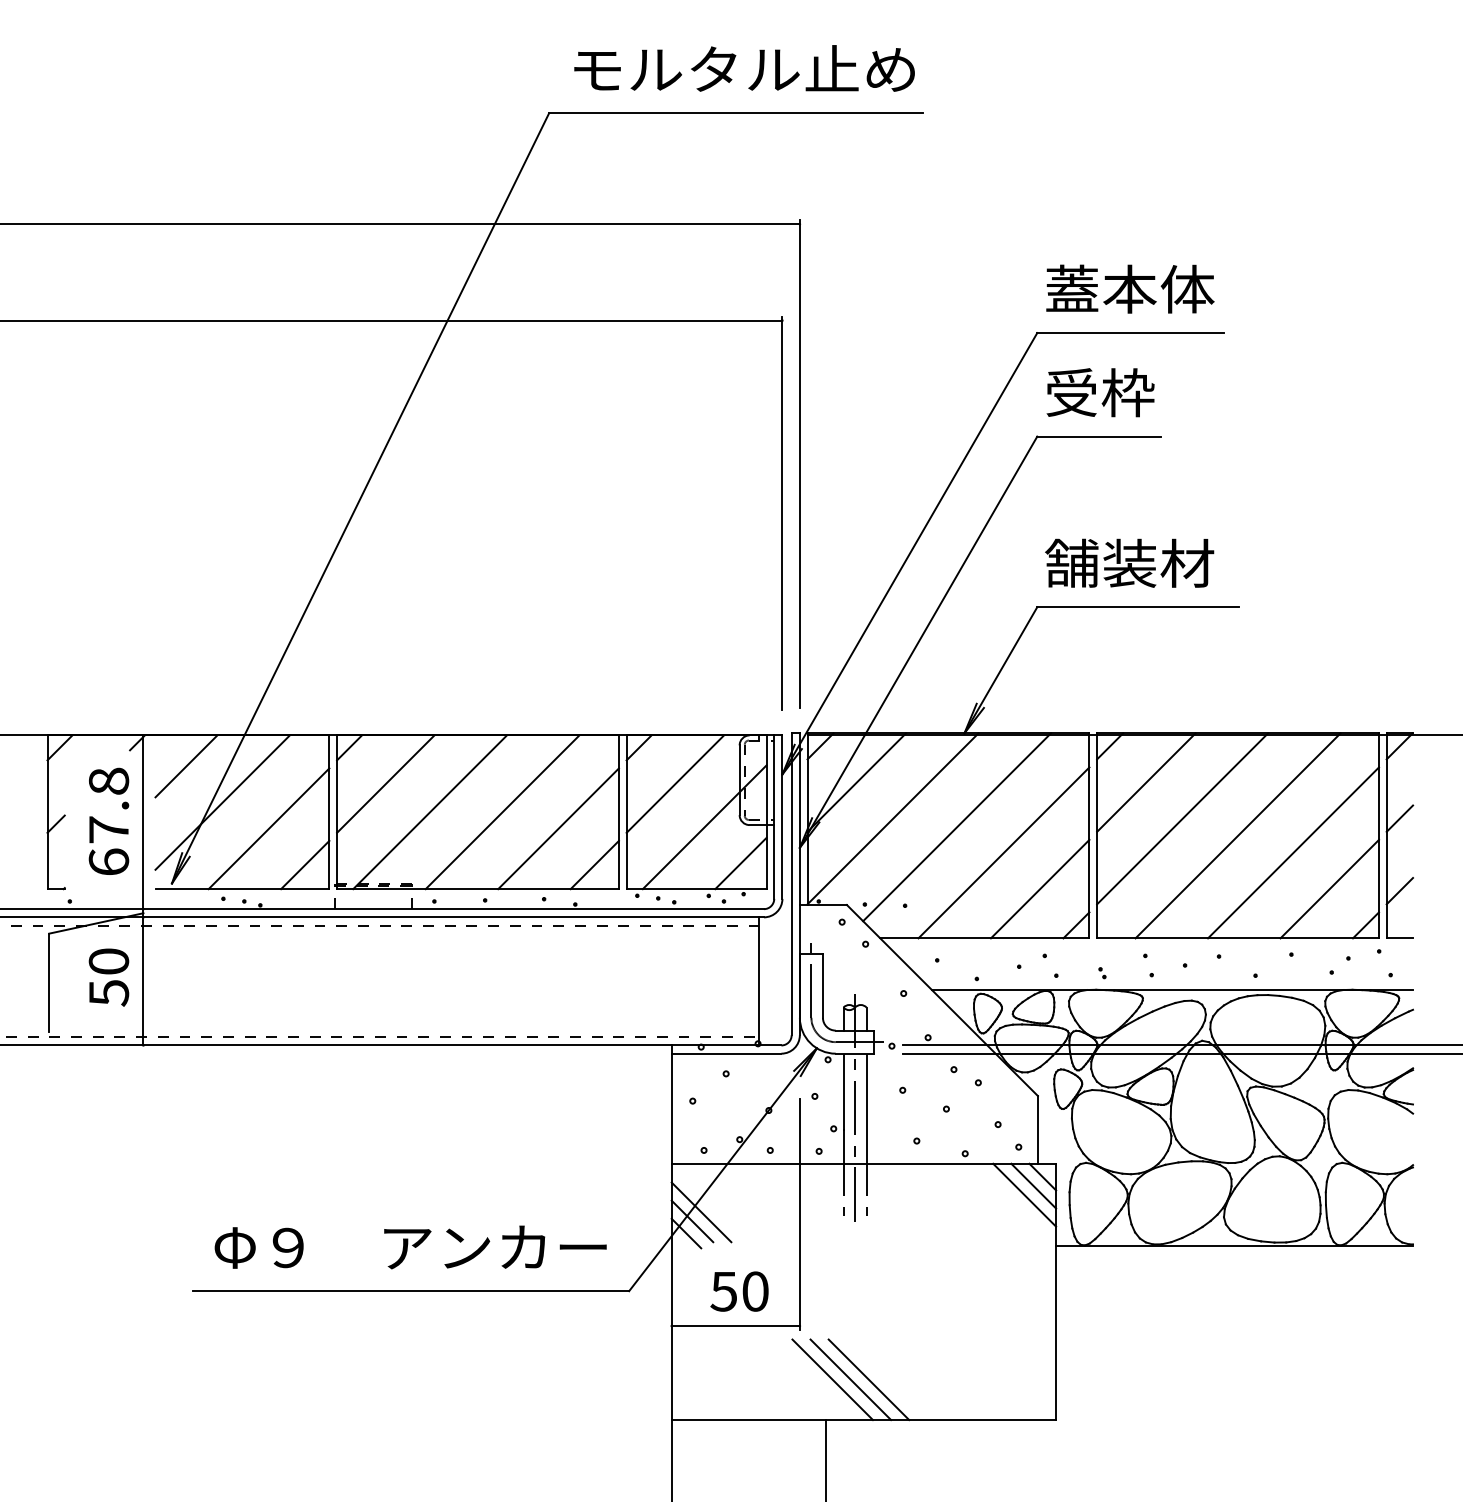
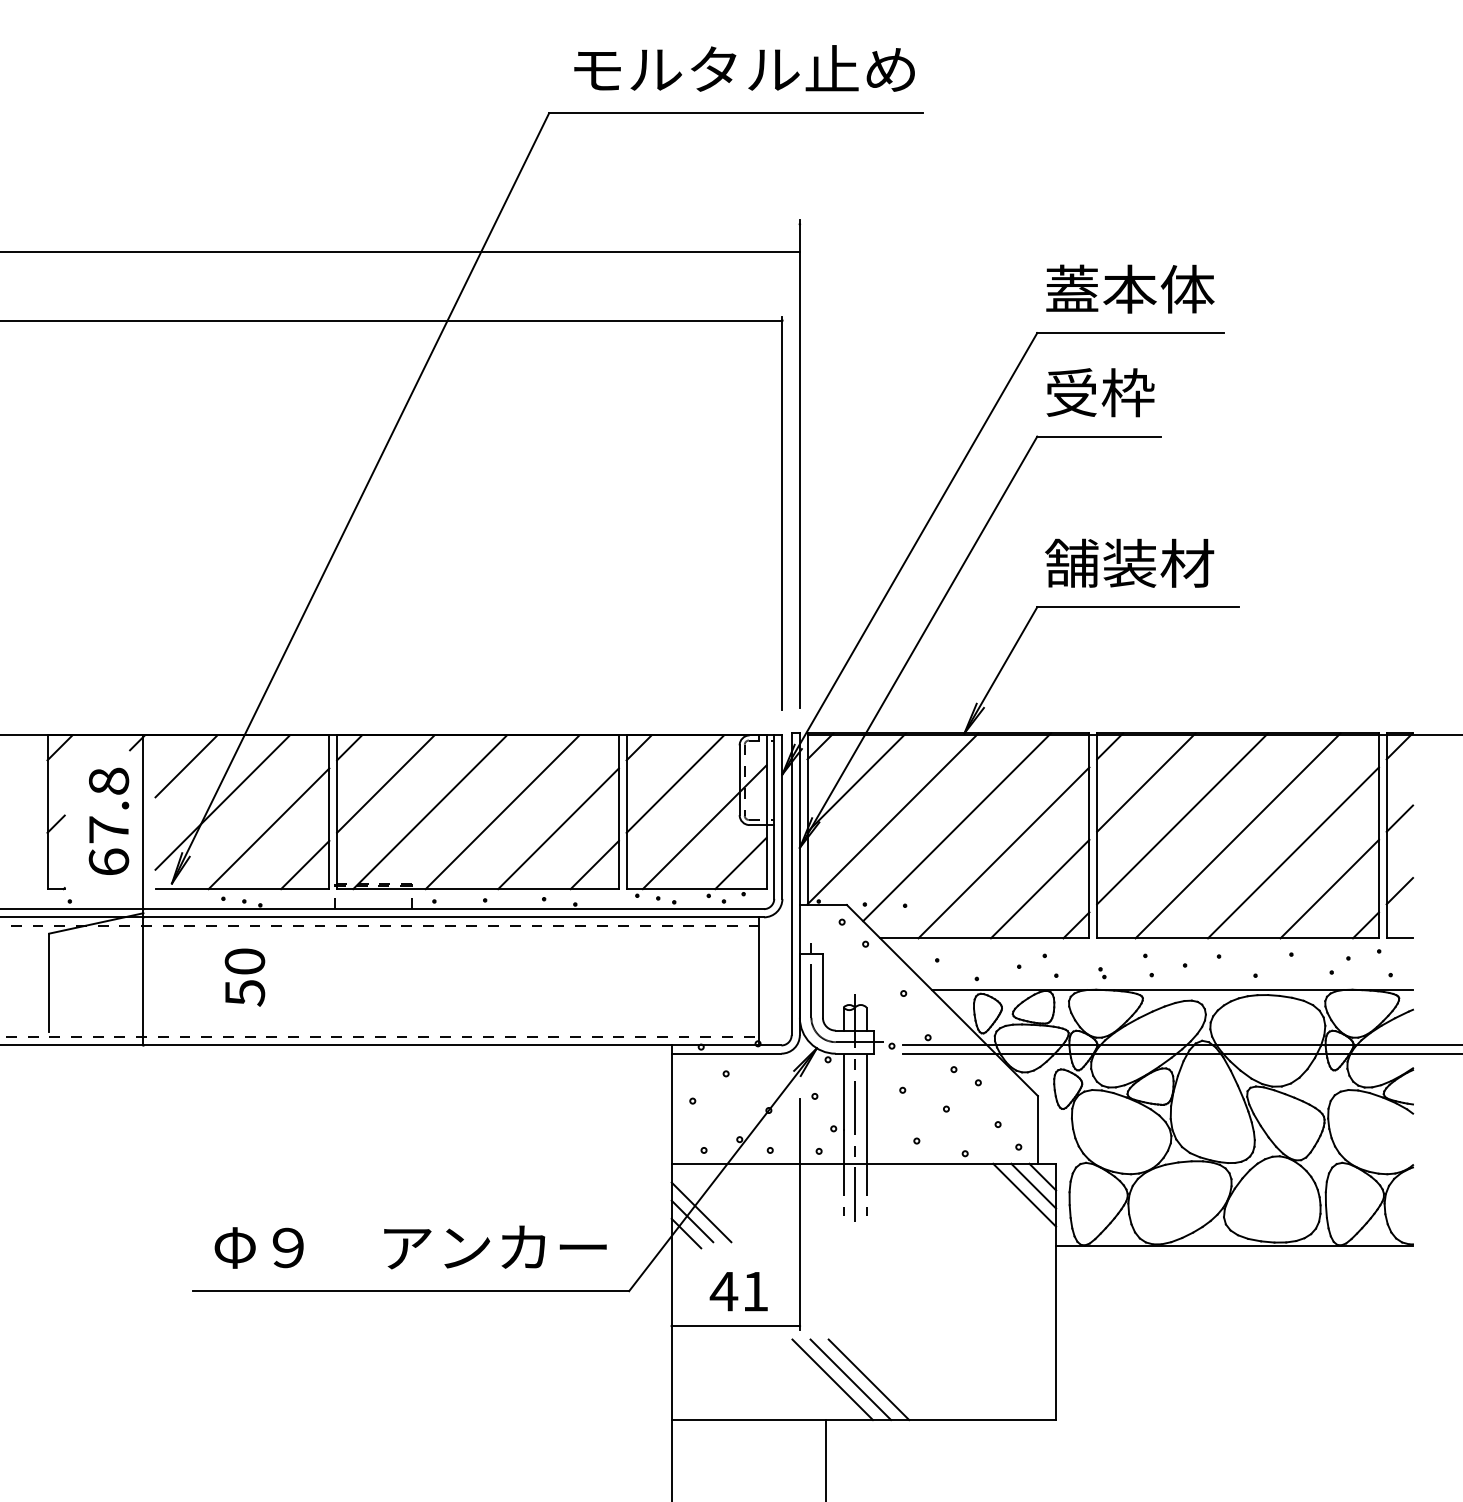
line at (400, 224) position: (400, 224) -> (400, 252)
text at (108, 977) position: (108, 977) -> (244, 977)
text at (738, 1291): 50 -> 41
